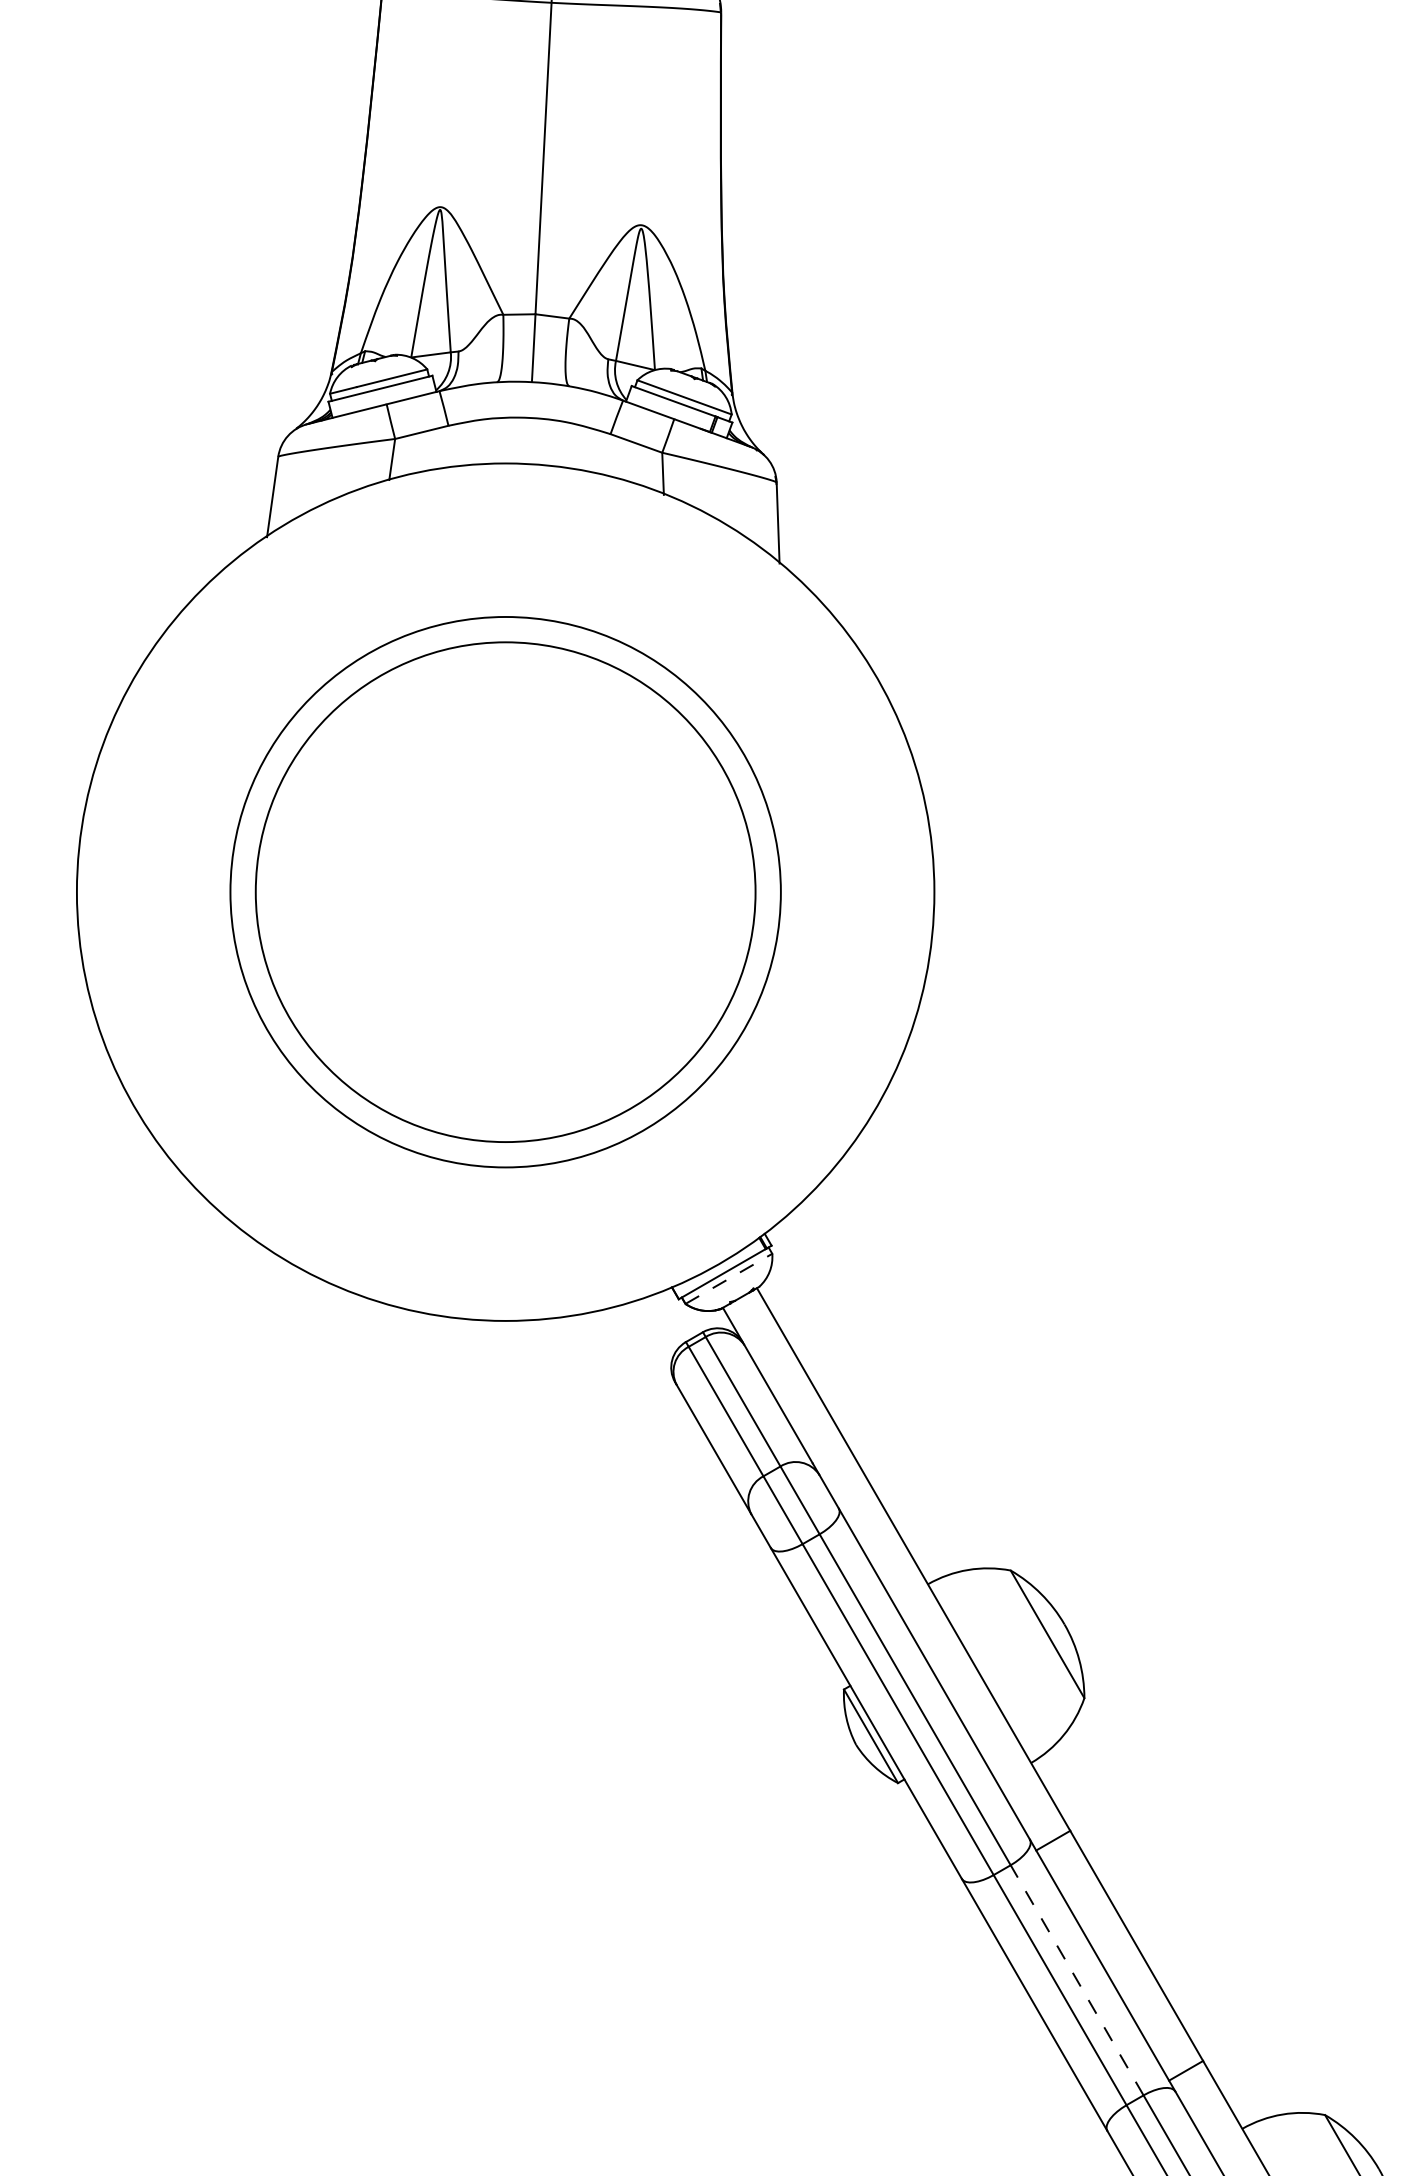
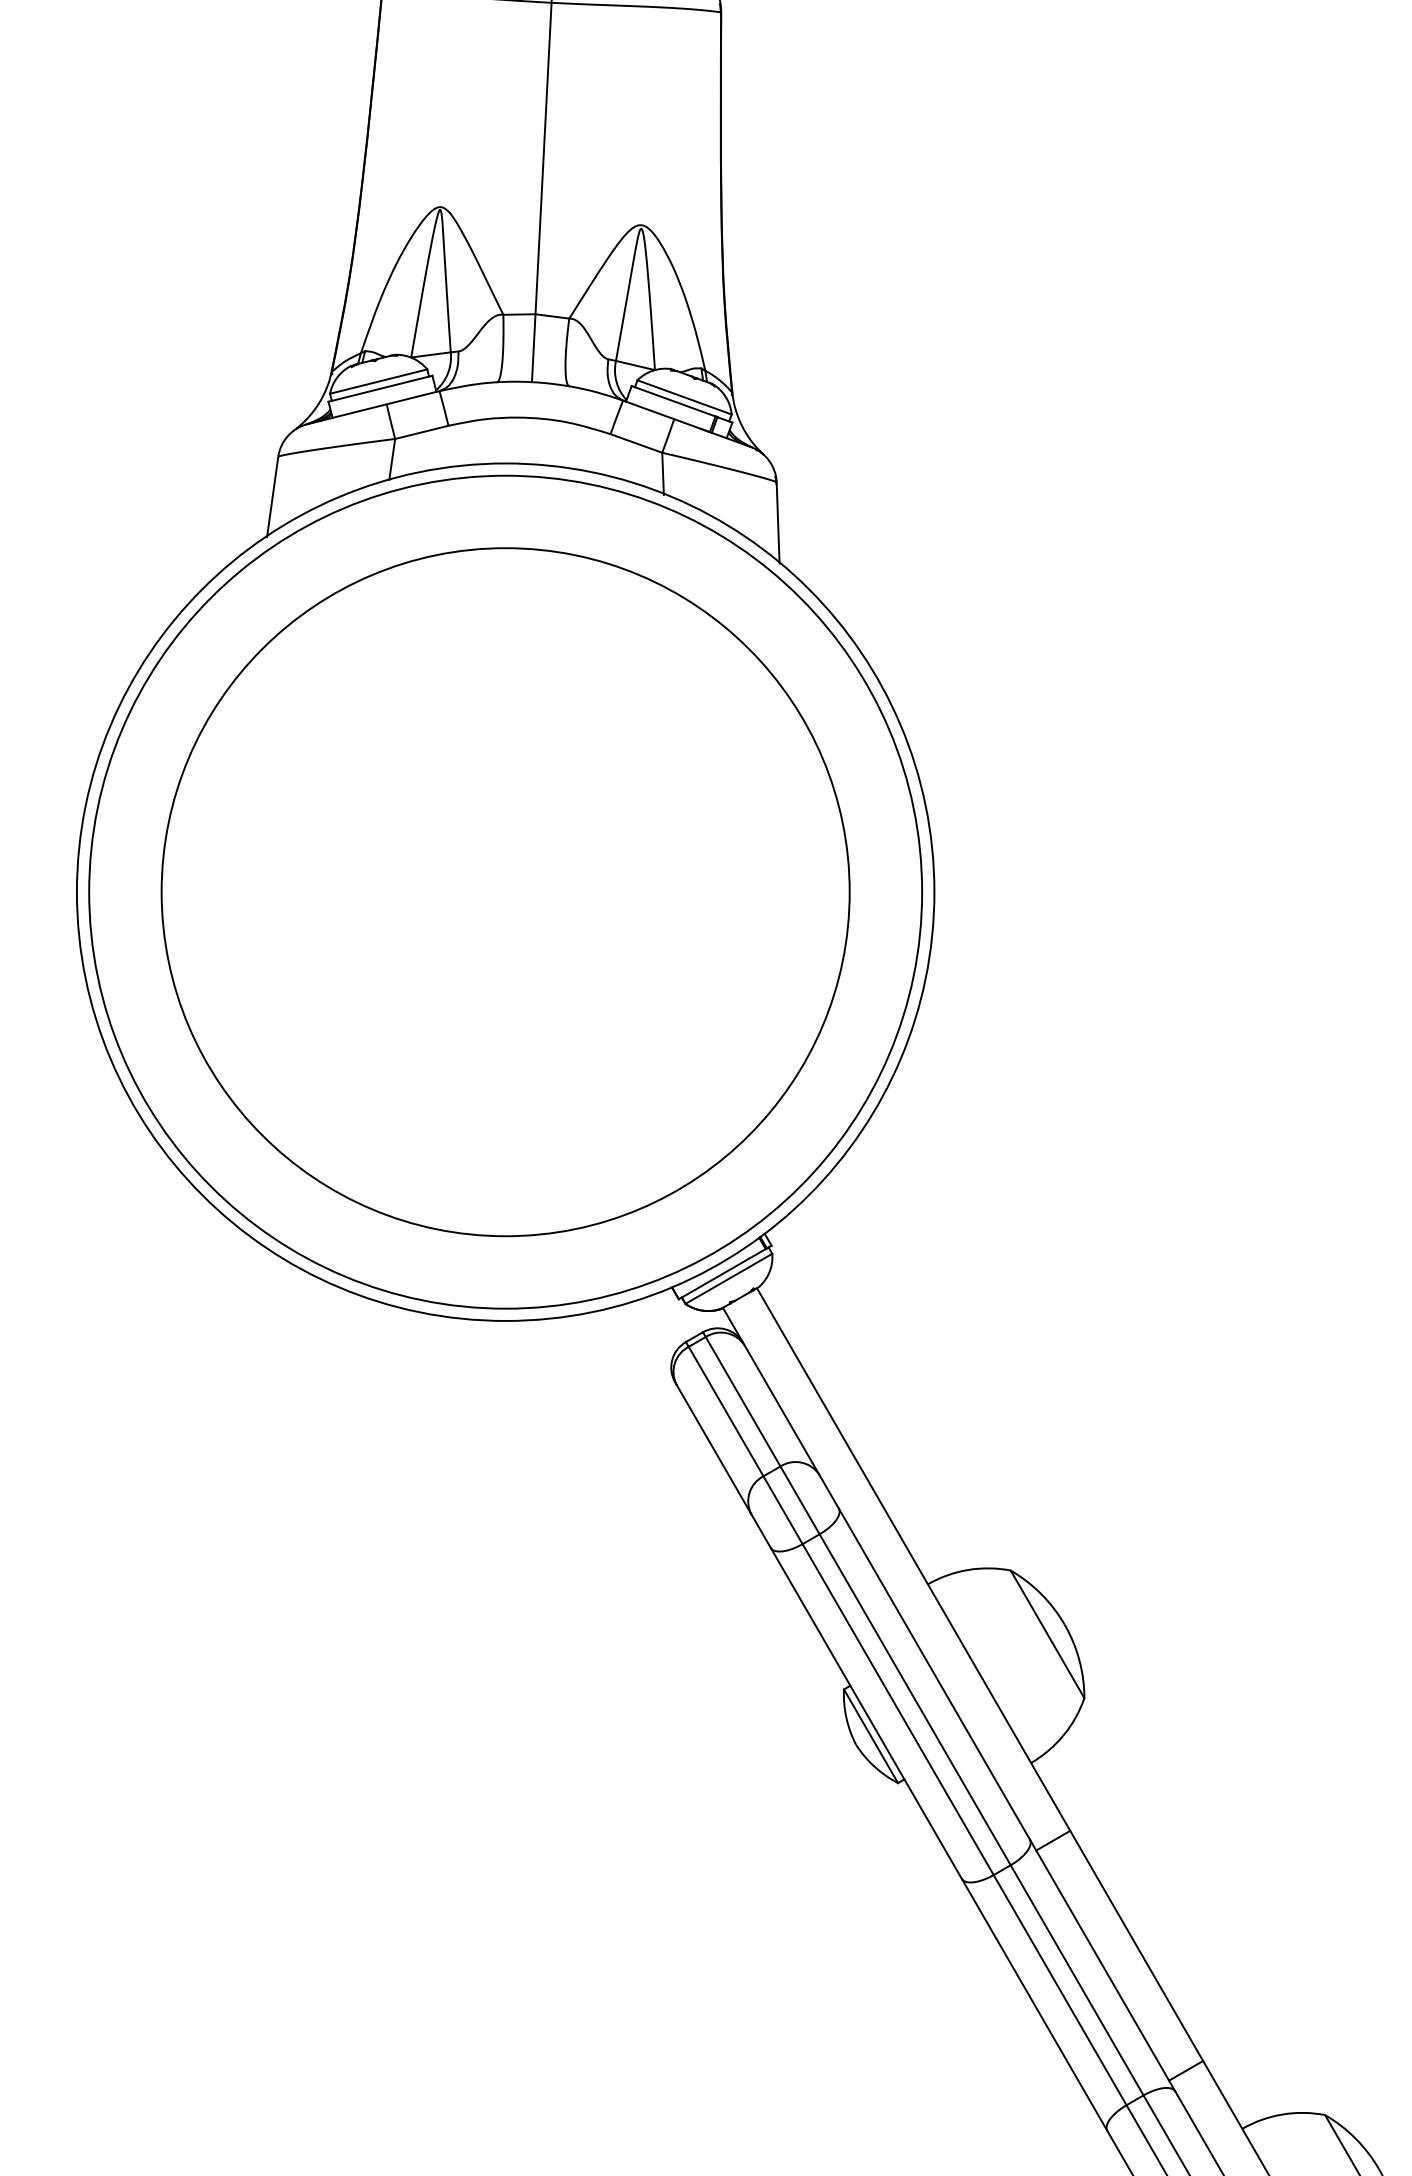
circle at (505, 891) diameter: 550 px -> 688 px
circle at (505, 892) diameter: 500 px -> 833 px
line at (729, 1278): dashed -> solid
line at (1077, 1980): dashed -> solid
